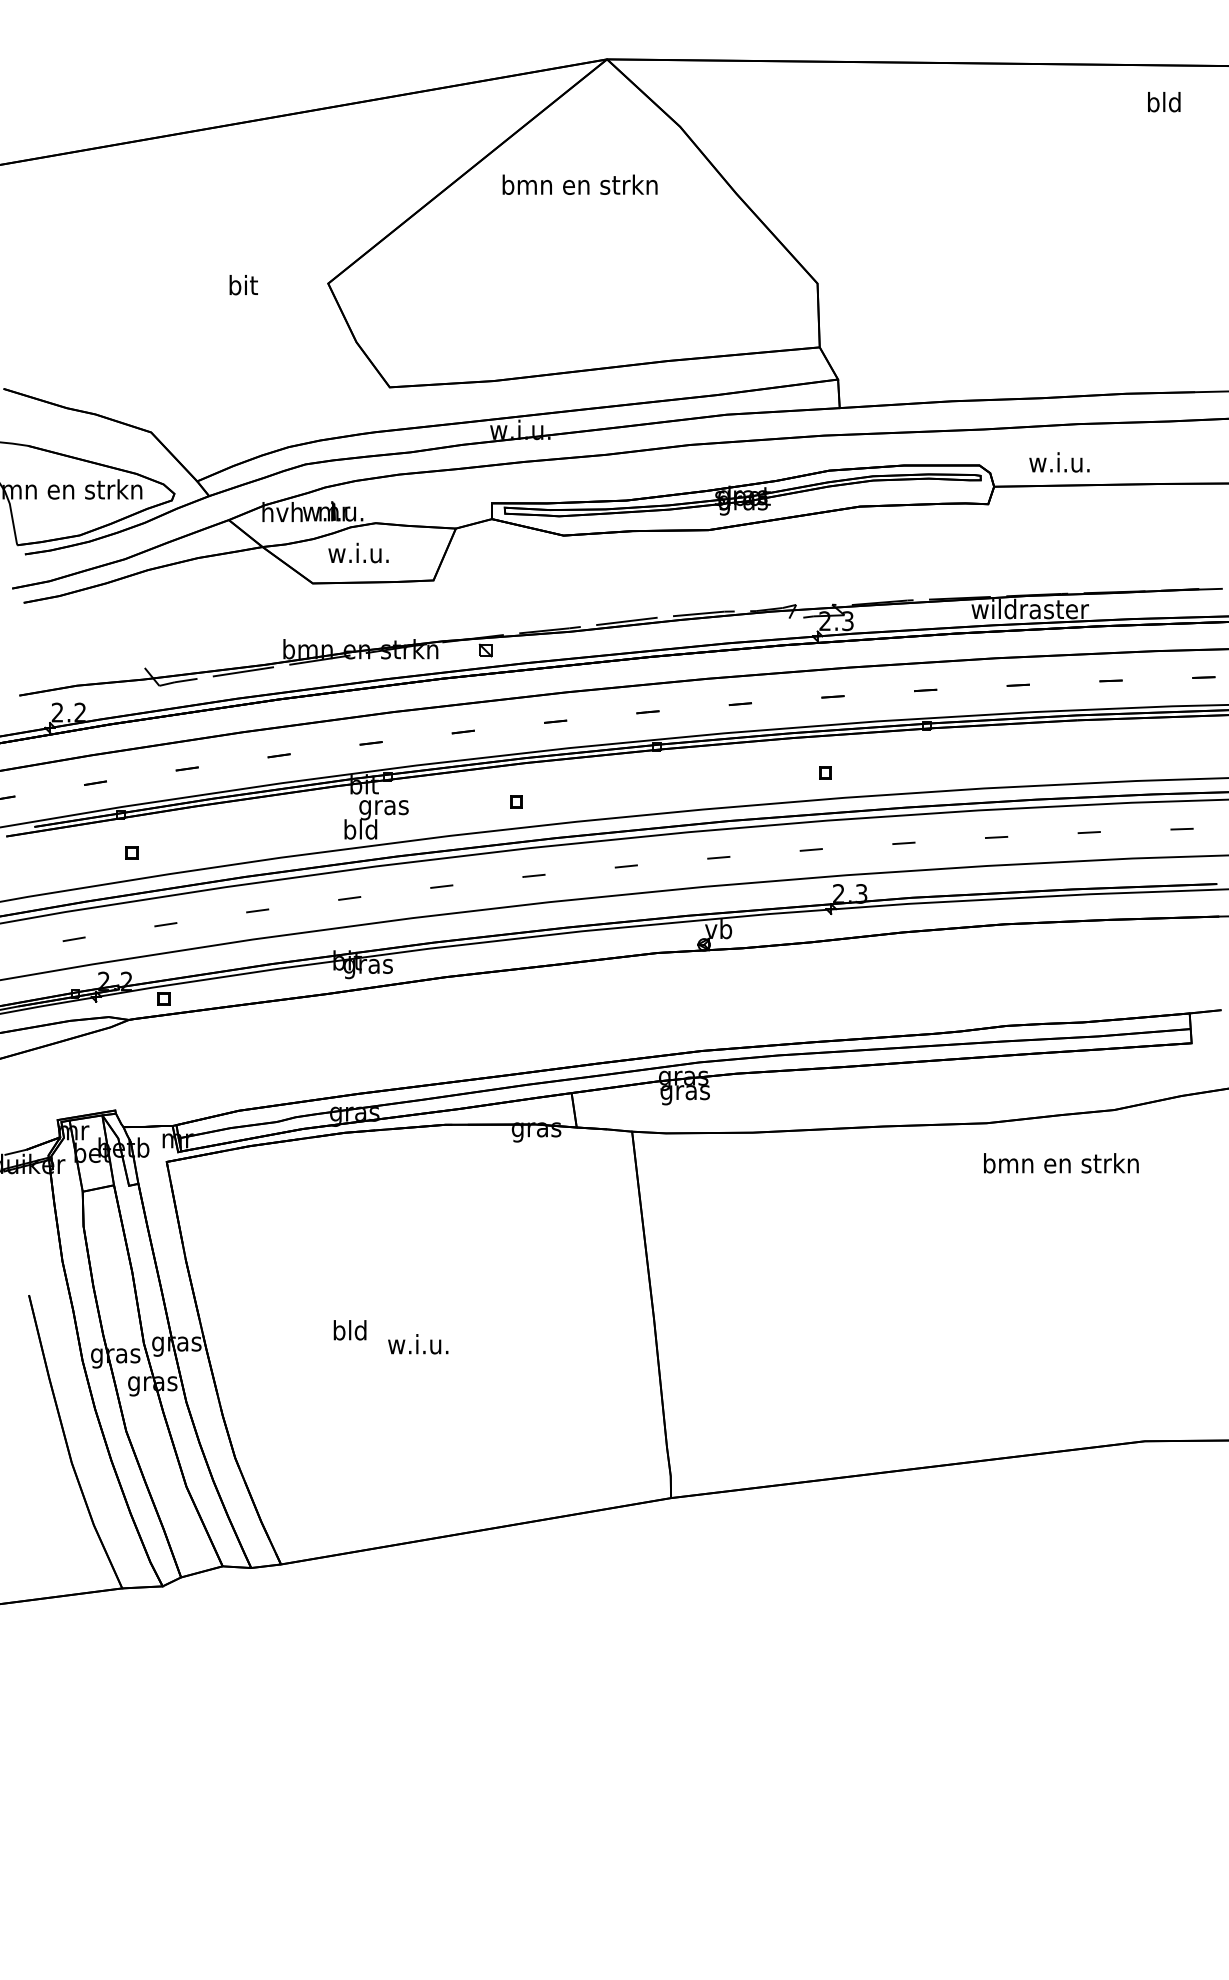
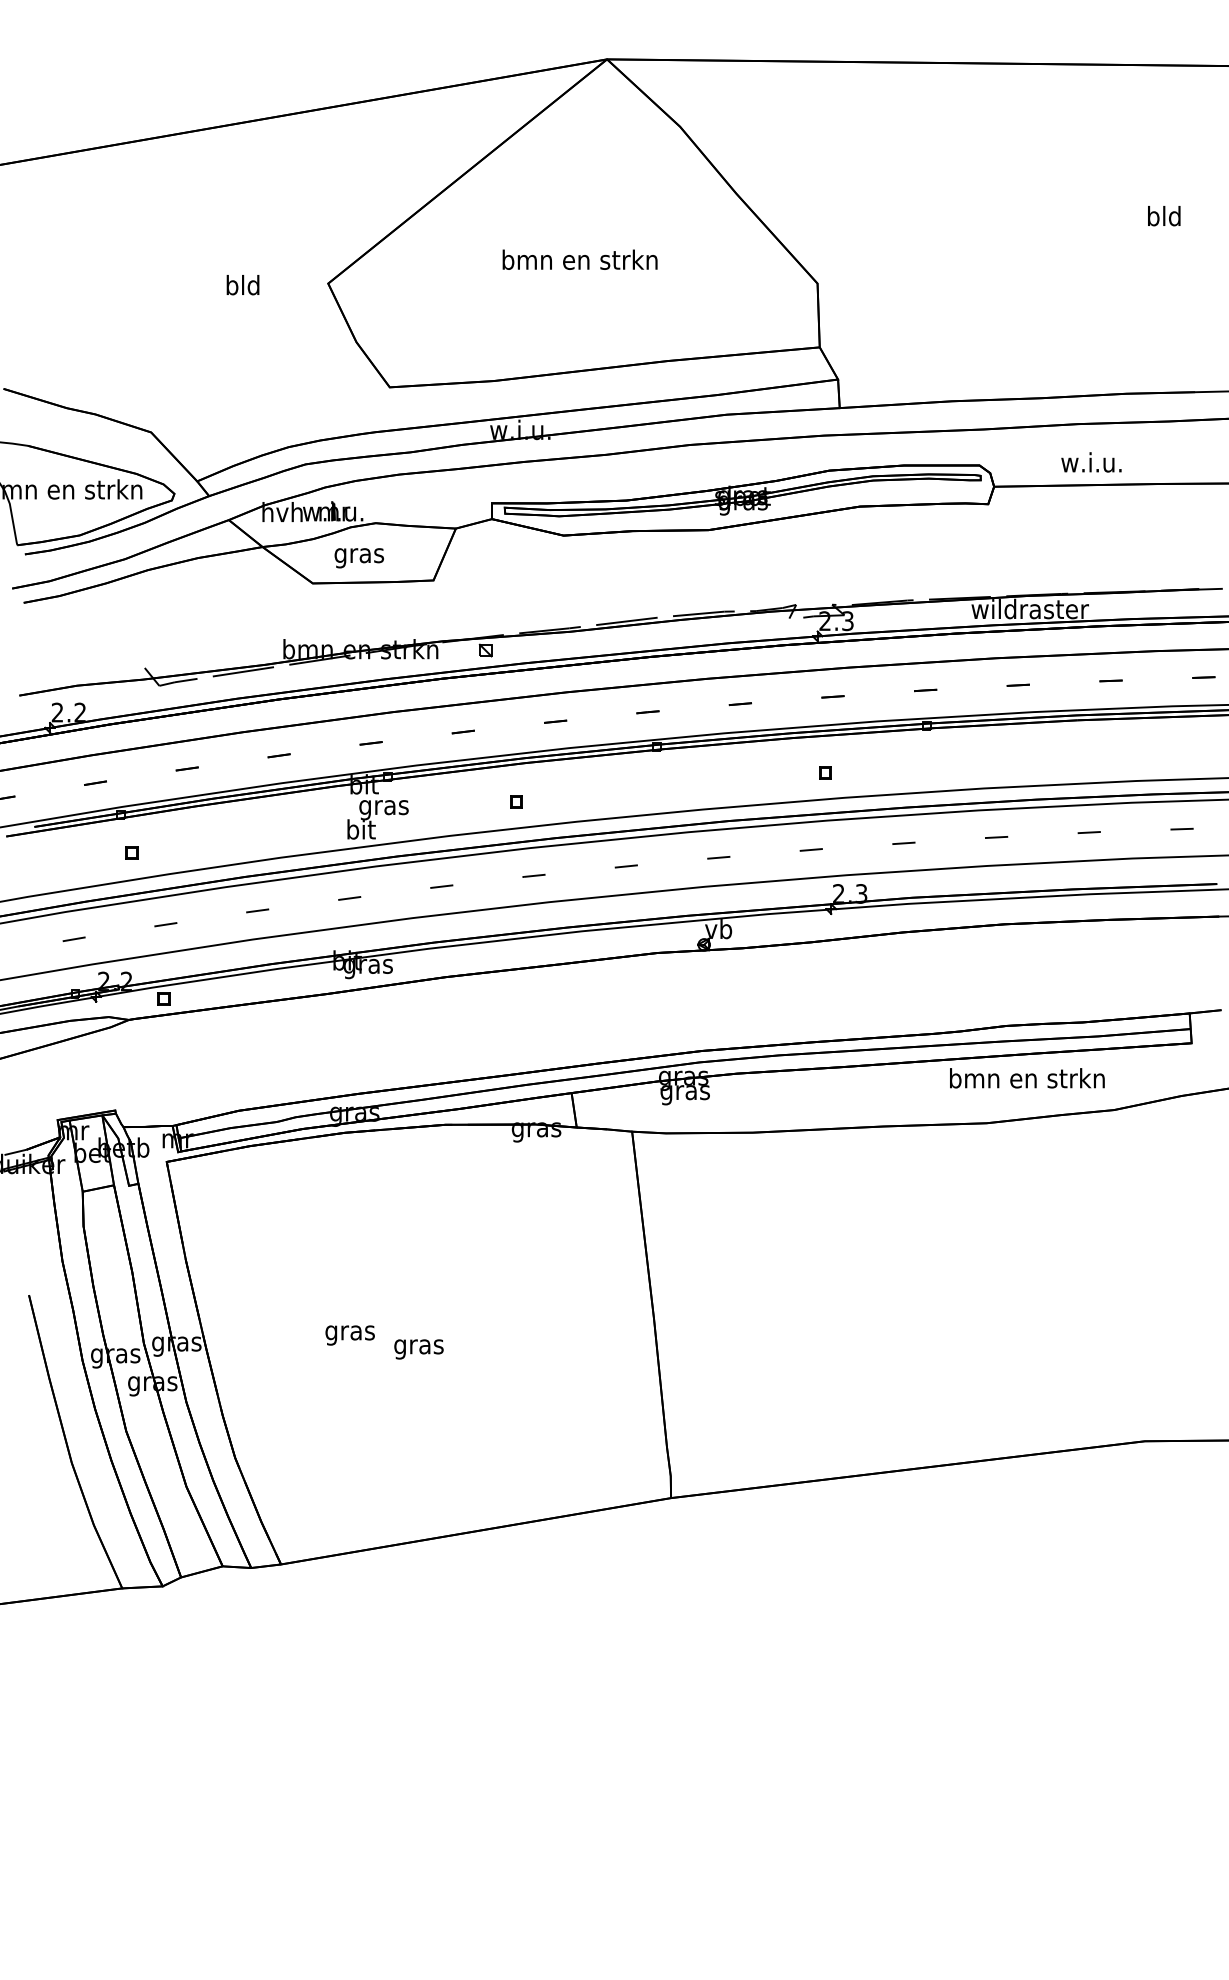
text at (1164, 102) position: (1164, 102) -> (1164, 216)
text at (579, 184) position: (579, 184) -> (579, 259)
text at (242, 285): bit -> bld
text at (1059, 462) position: (1059, 462) -> (1091, 462)
text at (358, 555): w.i.u. -> gras
text at (360, 829): bld -> bit
text at (1061, 1163) position: (1061, 1163) -> (1027, 1078)
text at (349, 1332): bld -> gras
text at (418, 1346): w.i.u. -> gras
